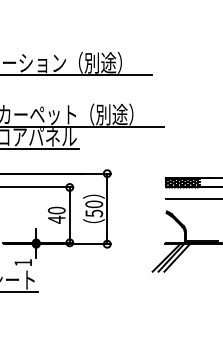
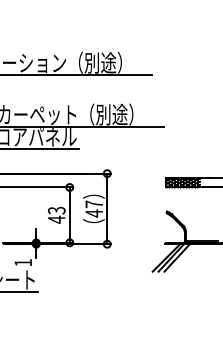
line at (192, 198): present -> none
text at (94, 208): 50 -> 47
text at (56, 210): 40 -> 43
